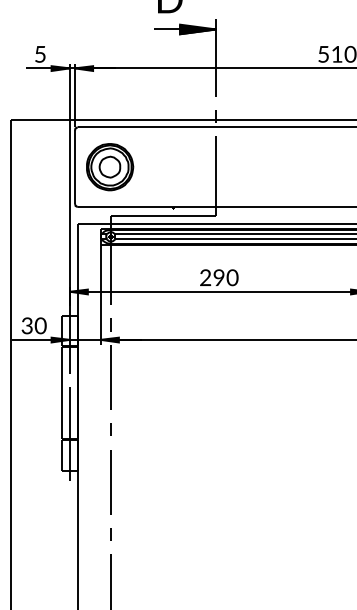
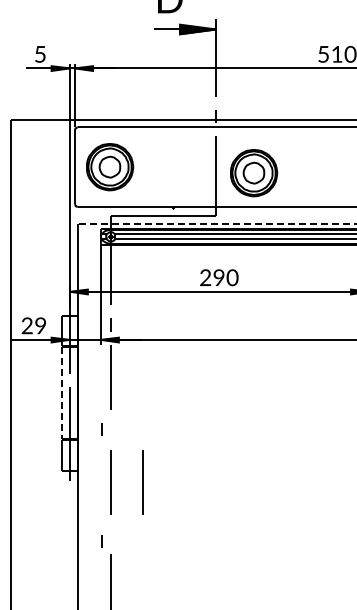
part at (254, 173): none -> present
line at (216, 223): solid -> dashed
text at (33, 326): 30 -> 29
line at (61, 393): solid -> dashed
line at (110, 429) position: (110, 429) -> (101, 429)
line at (142, 482): none -> present
line at (110, 534) position: (110, 534) -> (101, 541)
